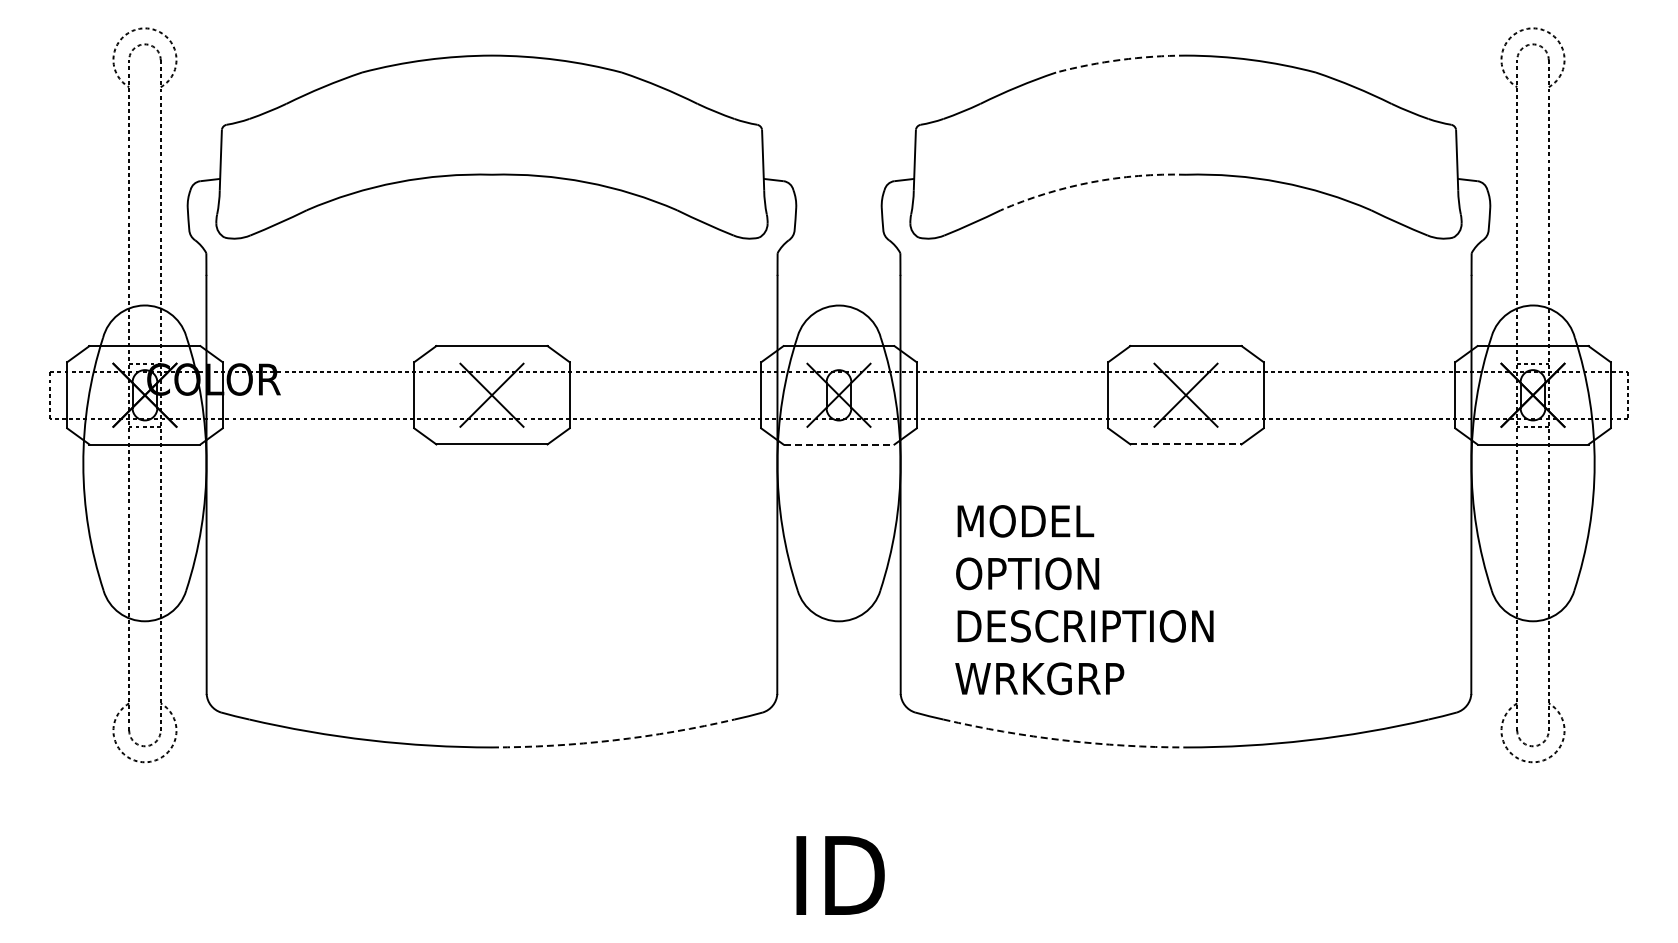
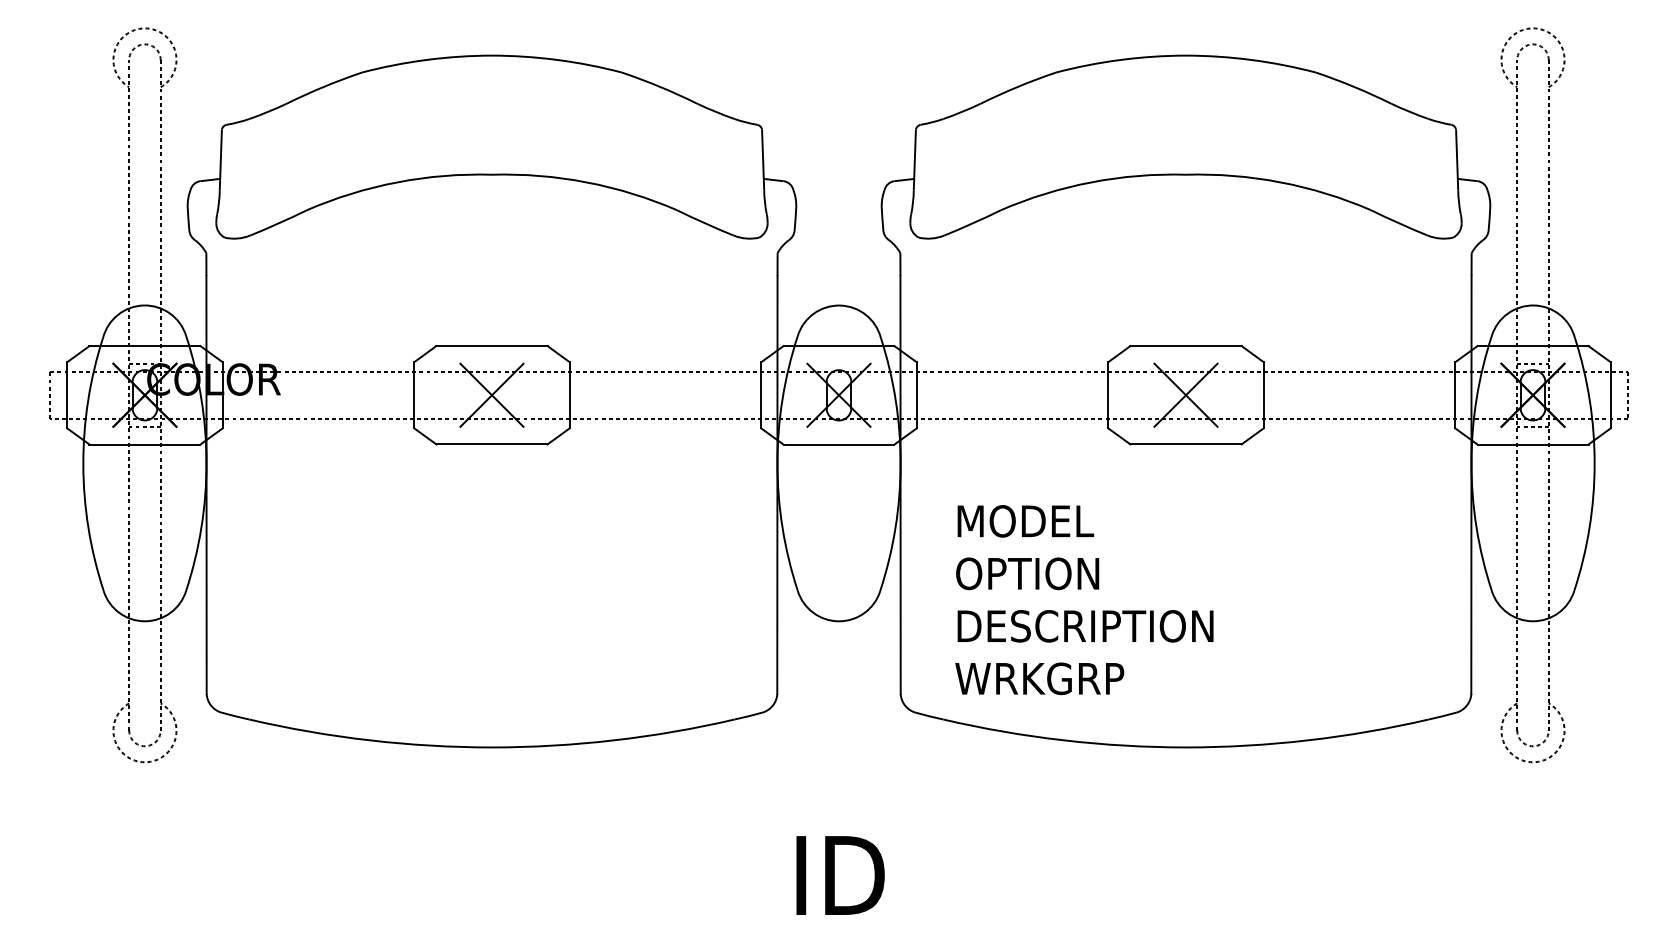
arc at (1120, 59): dashed -> solid
arc at (1091, 182): dashed -> solid
line at (839, 444): dashed -> solid
line at (1186, 444): dashed -> solid
arc at (614, 740): dashed -> solid
arc at (1063, 740): dashed -> solid
